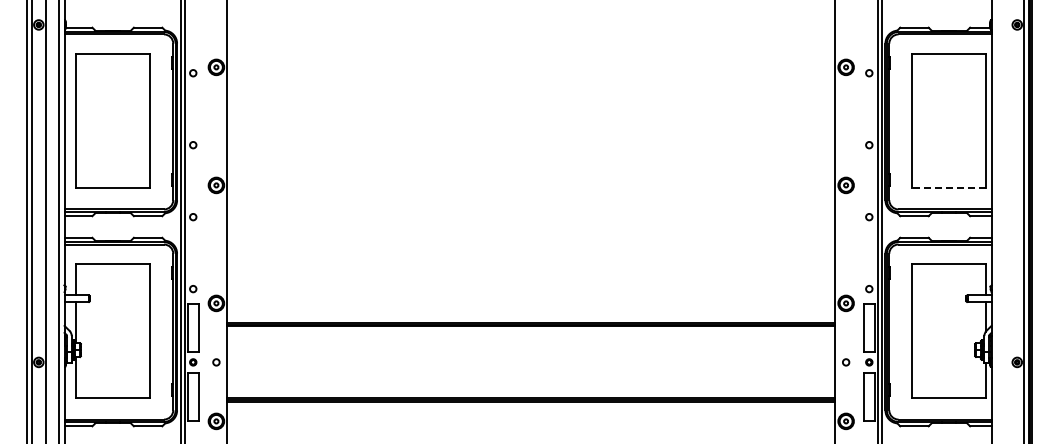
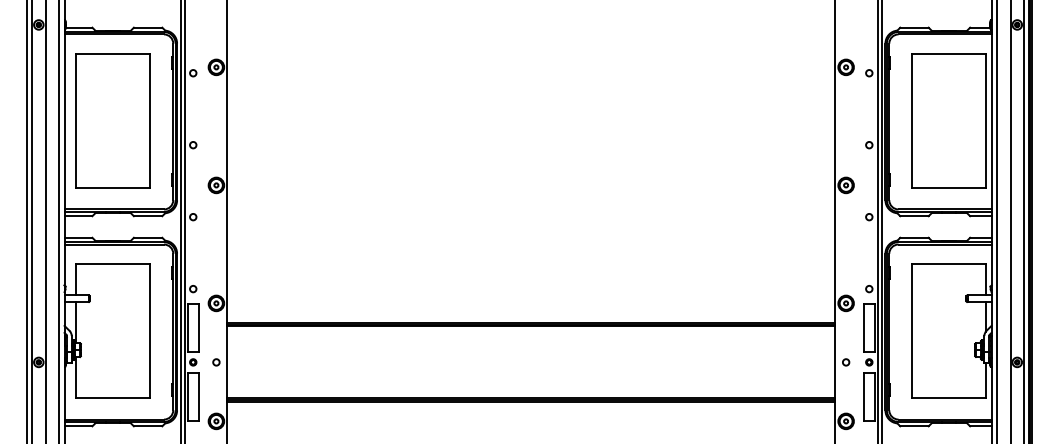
line at (948, 188): dashed -> solid
line at (996, 221): none -> present
line at (1010, 221): none -> present
